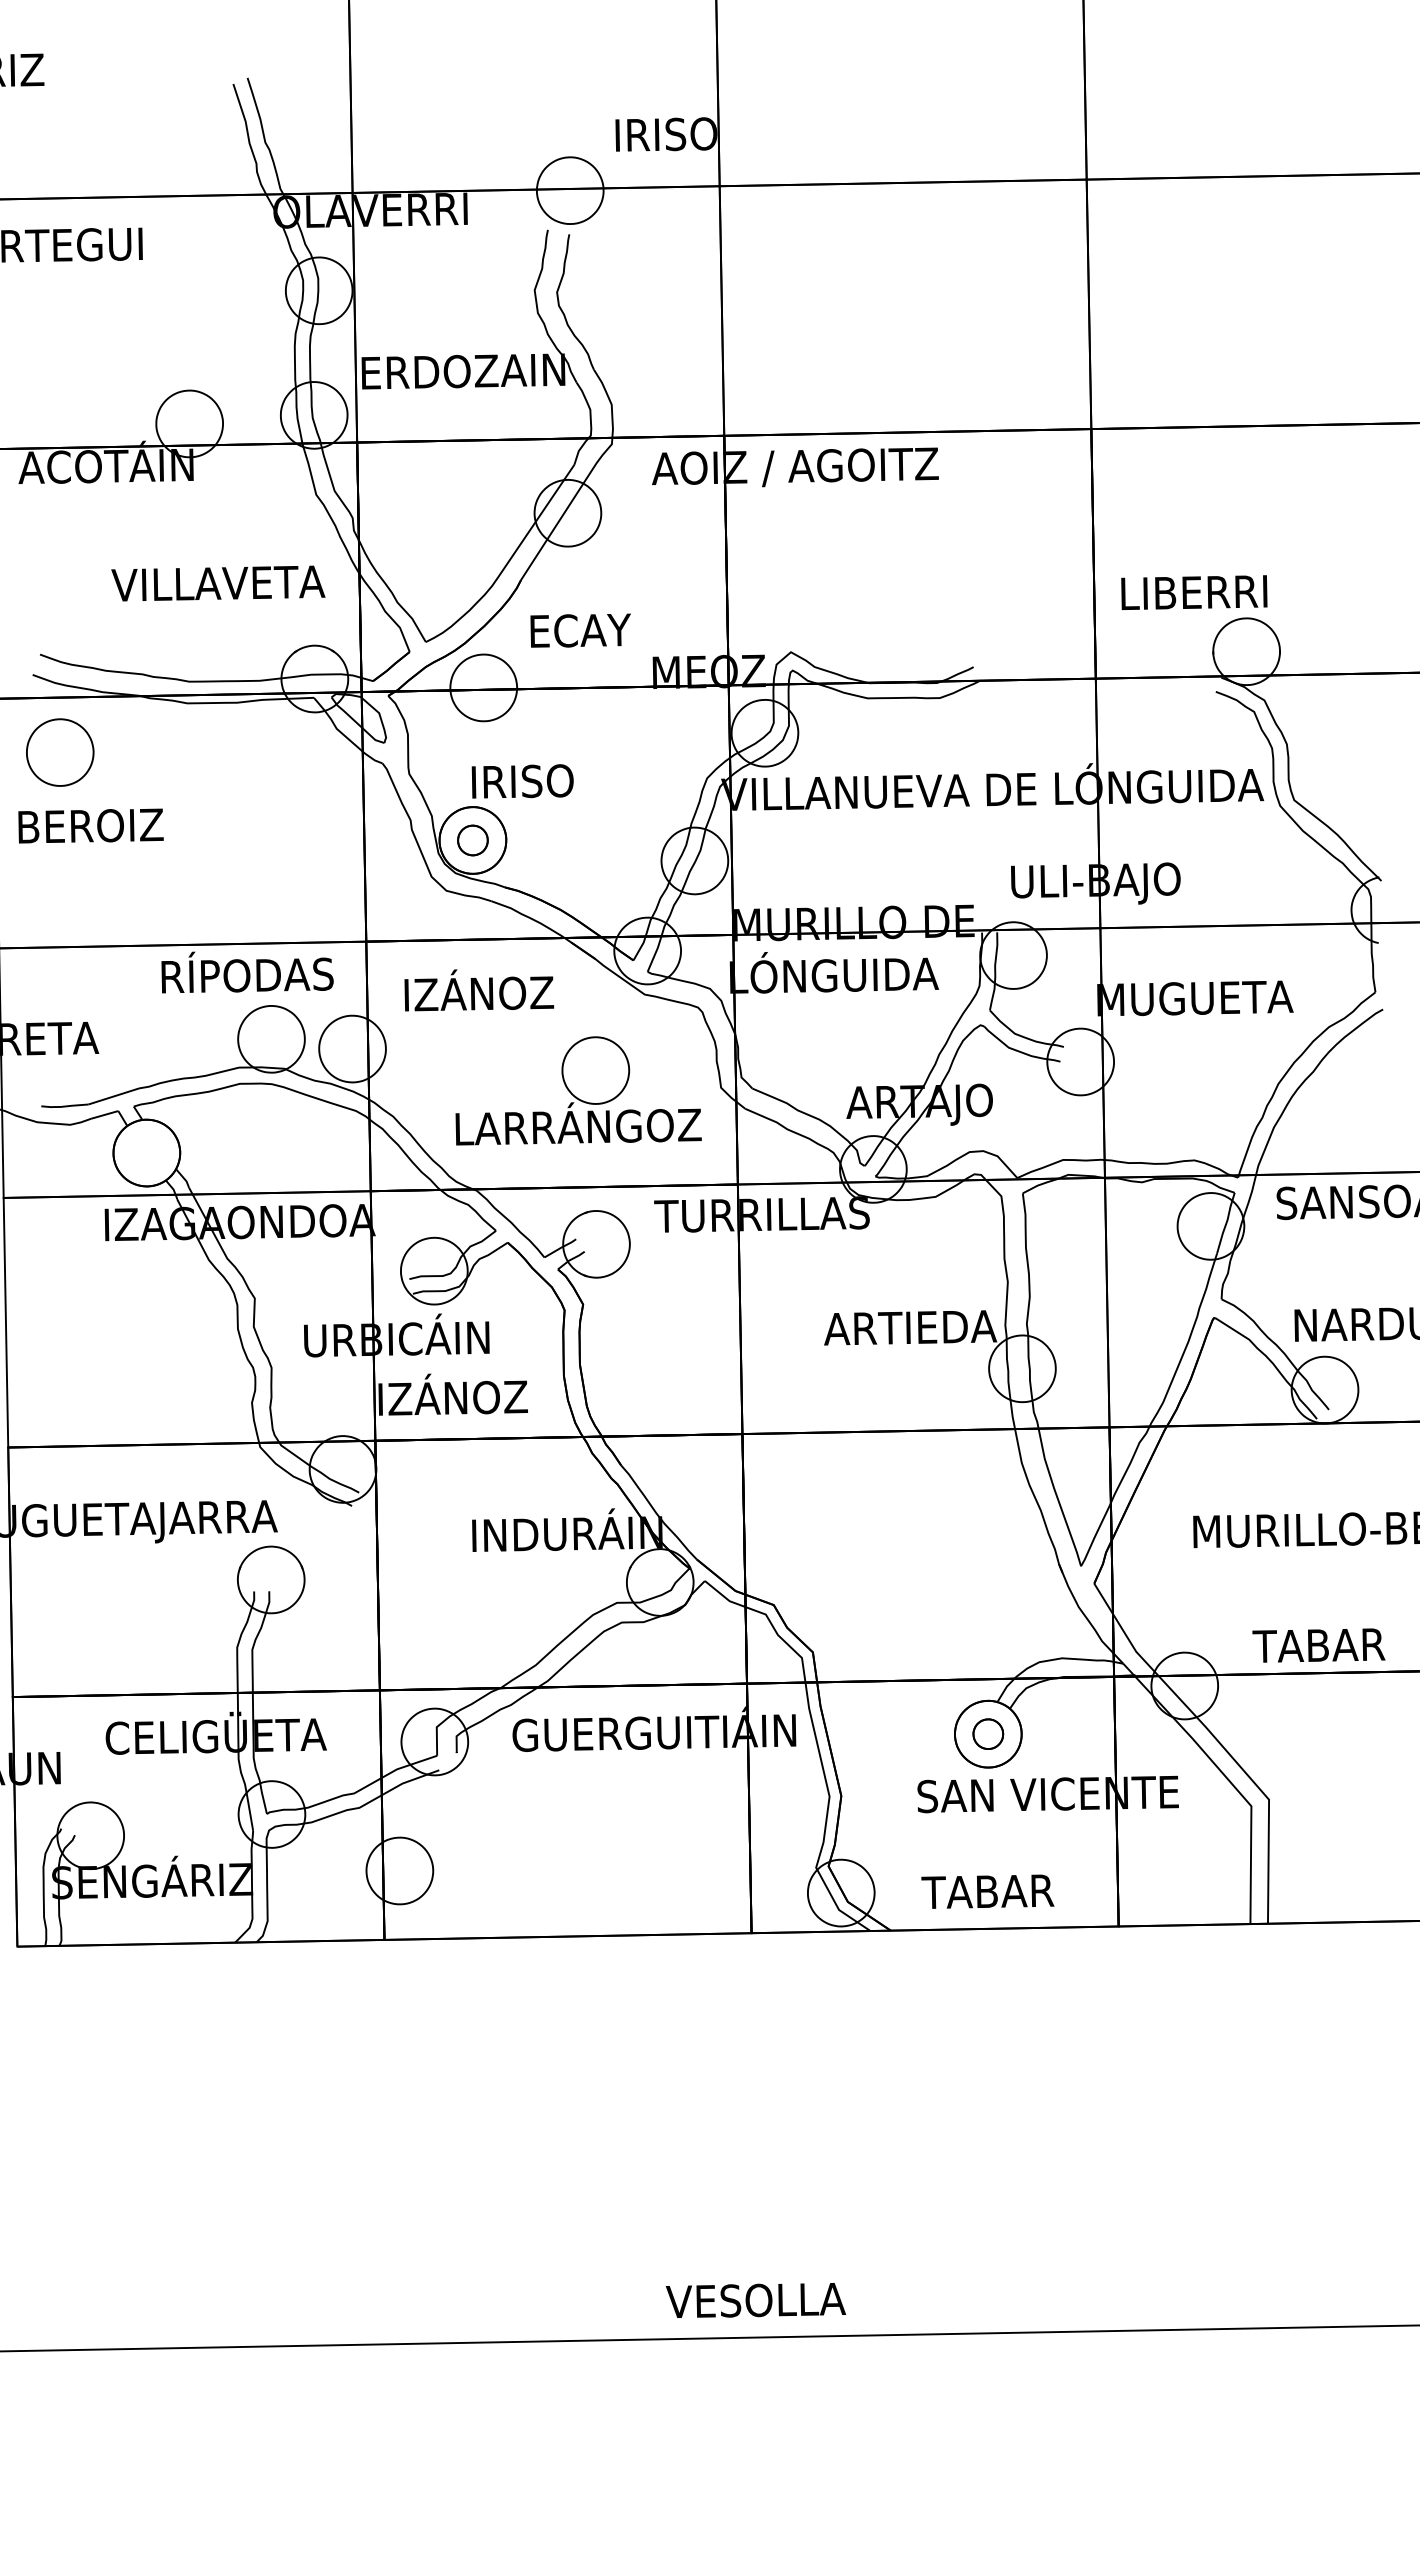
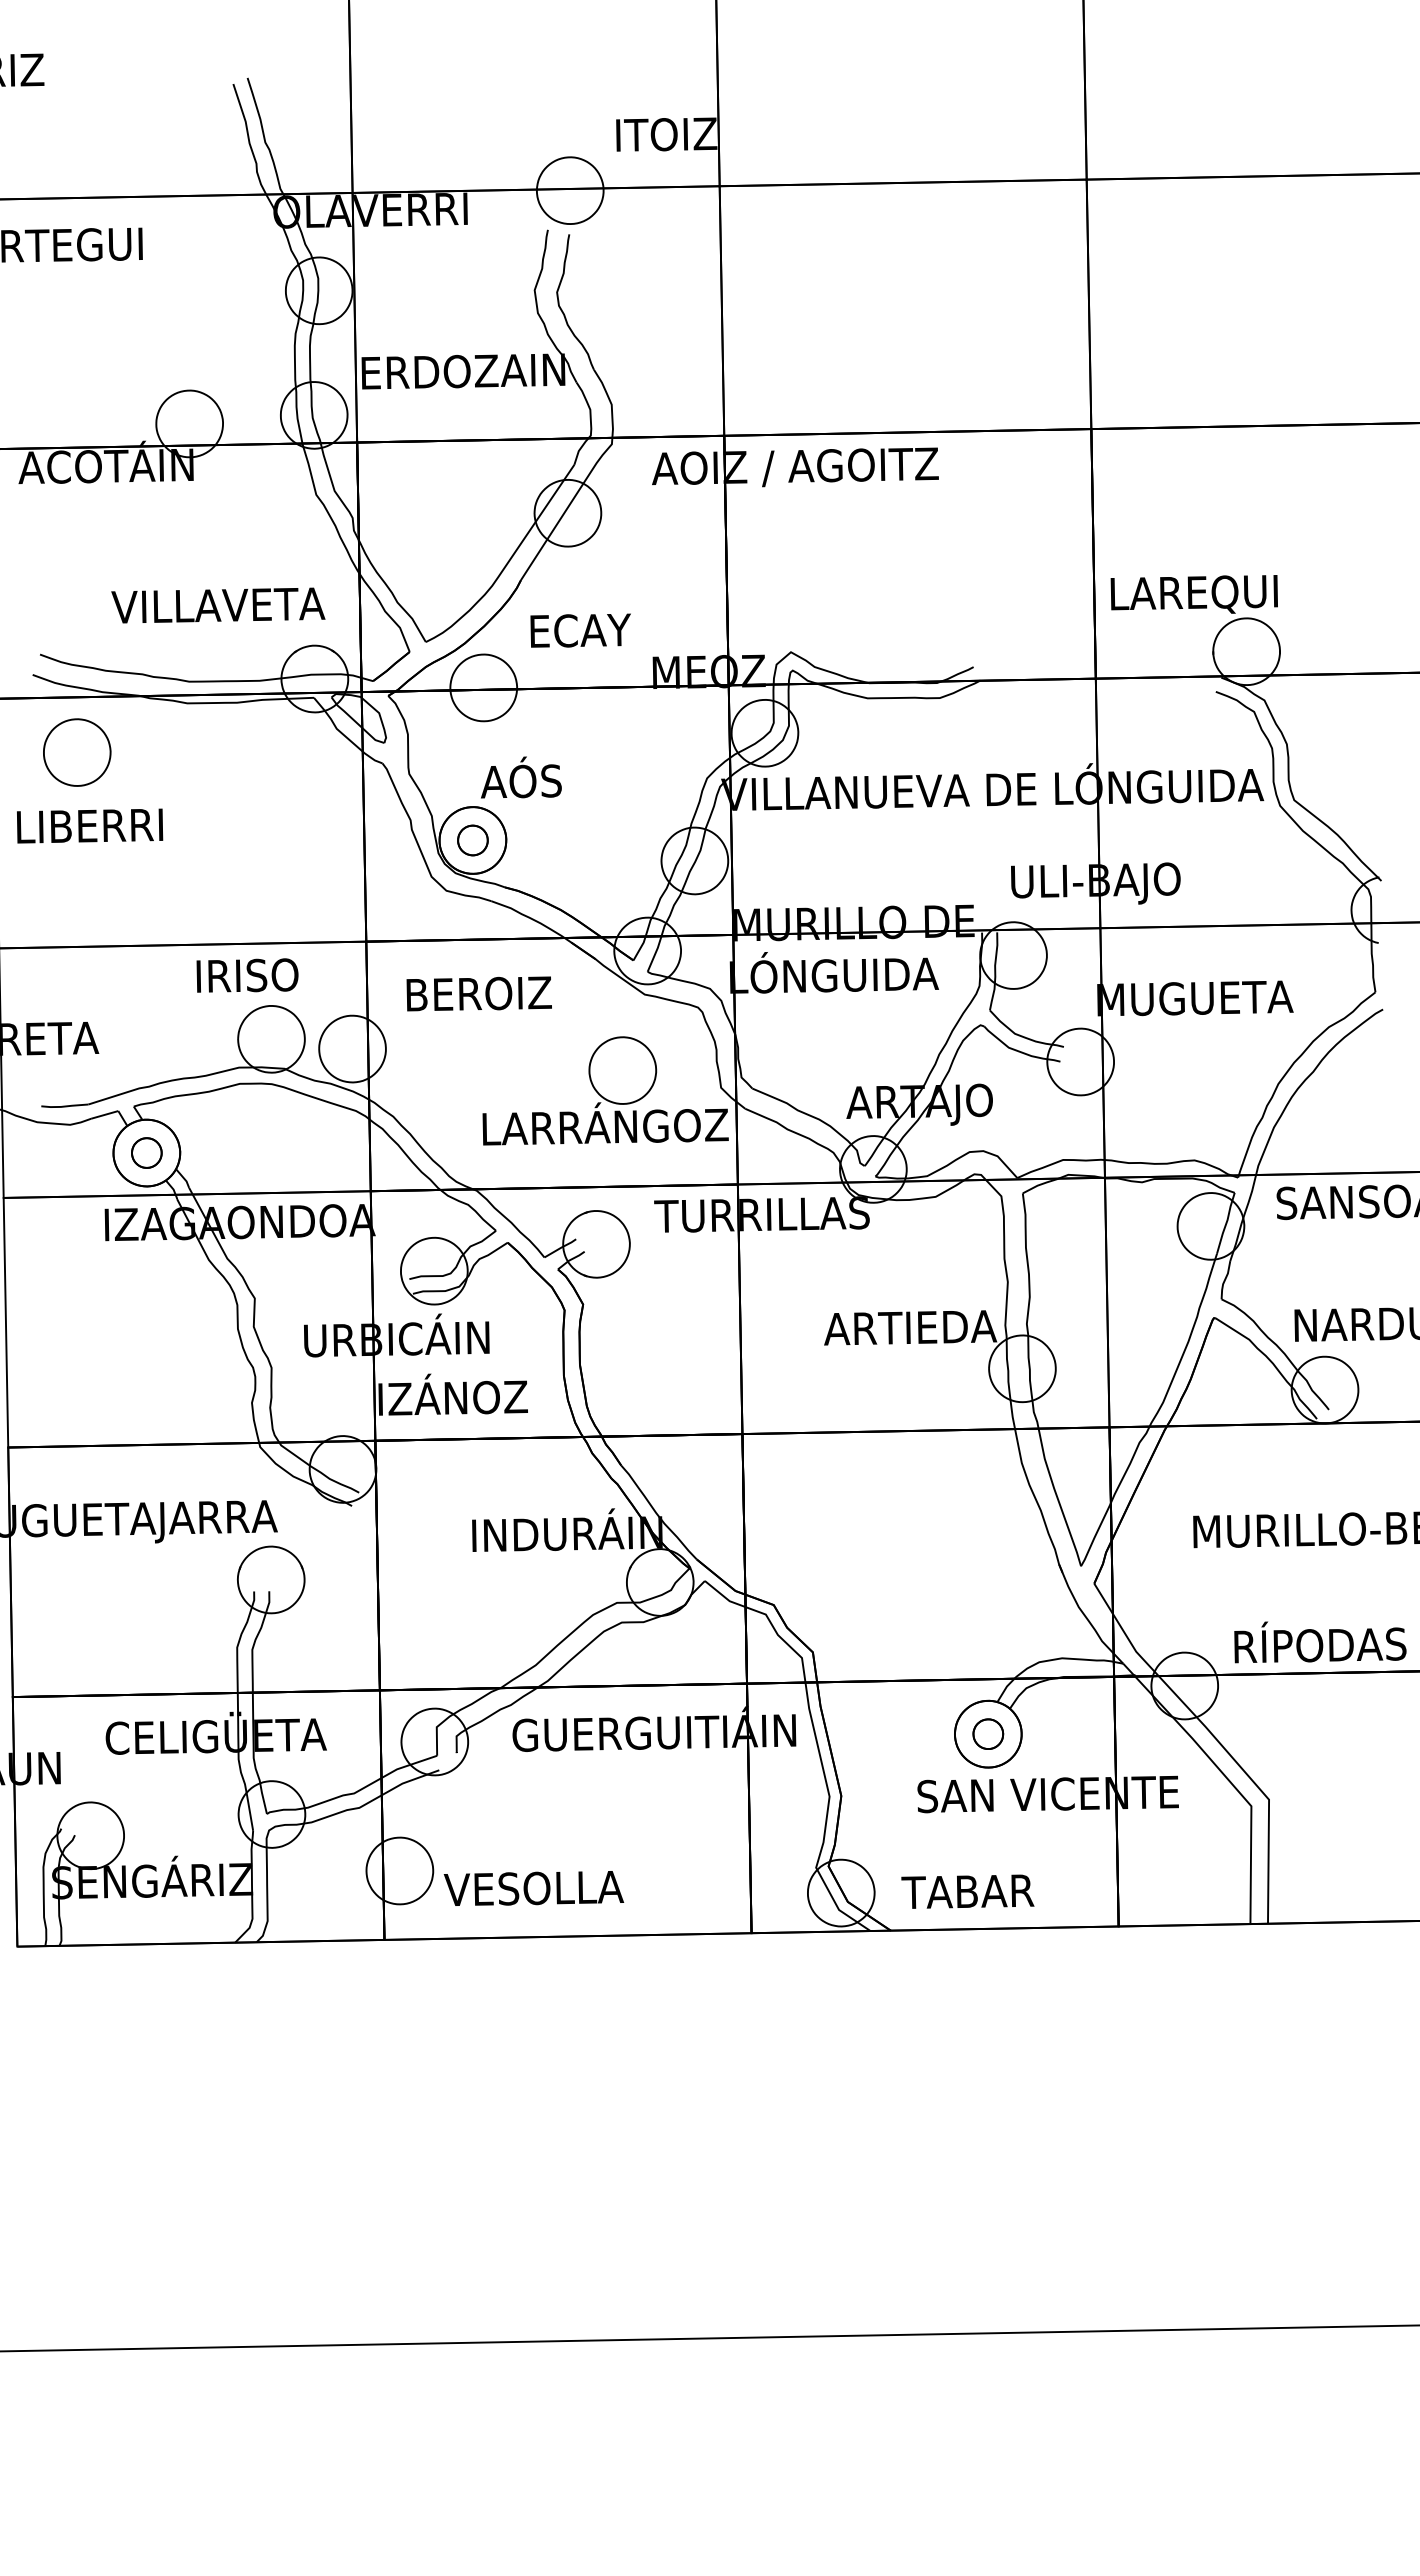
text at (666, 134): IRISO -> ITOIZ
text at (218, 583) position: (218, 583) -> (218, 605)
text at (1193, 594): LIBERRI -> LAREQUI
part at (60, 752) position: (60, 752) -> (77, 752)
text at (522, 777): IRISO -> AÓS
text at (90, 825): BEROIZ -> LIBERRI
text at (247, 972): RÍPODAS -> IRISO
text at (479, 990): IZÁNOZ -> BEROIZ
part at (578, 1090) position: (578, 1090) -> (605, 1090)
part at (146, 1152): none -> present
text at (1320, 1642): TABAR -> RÍPODAS
text at (987, 1891) position: (987, 1891) -> (967, 1891)
text at (755, 2300) position: (755, 2300) -> (533, 1888)
